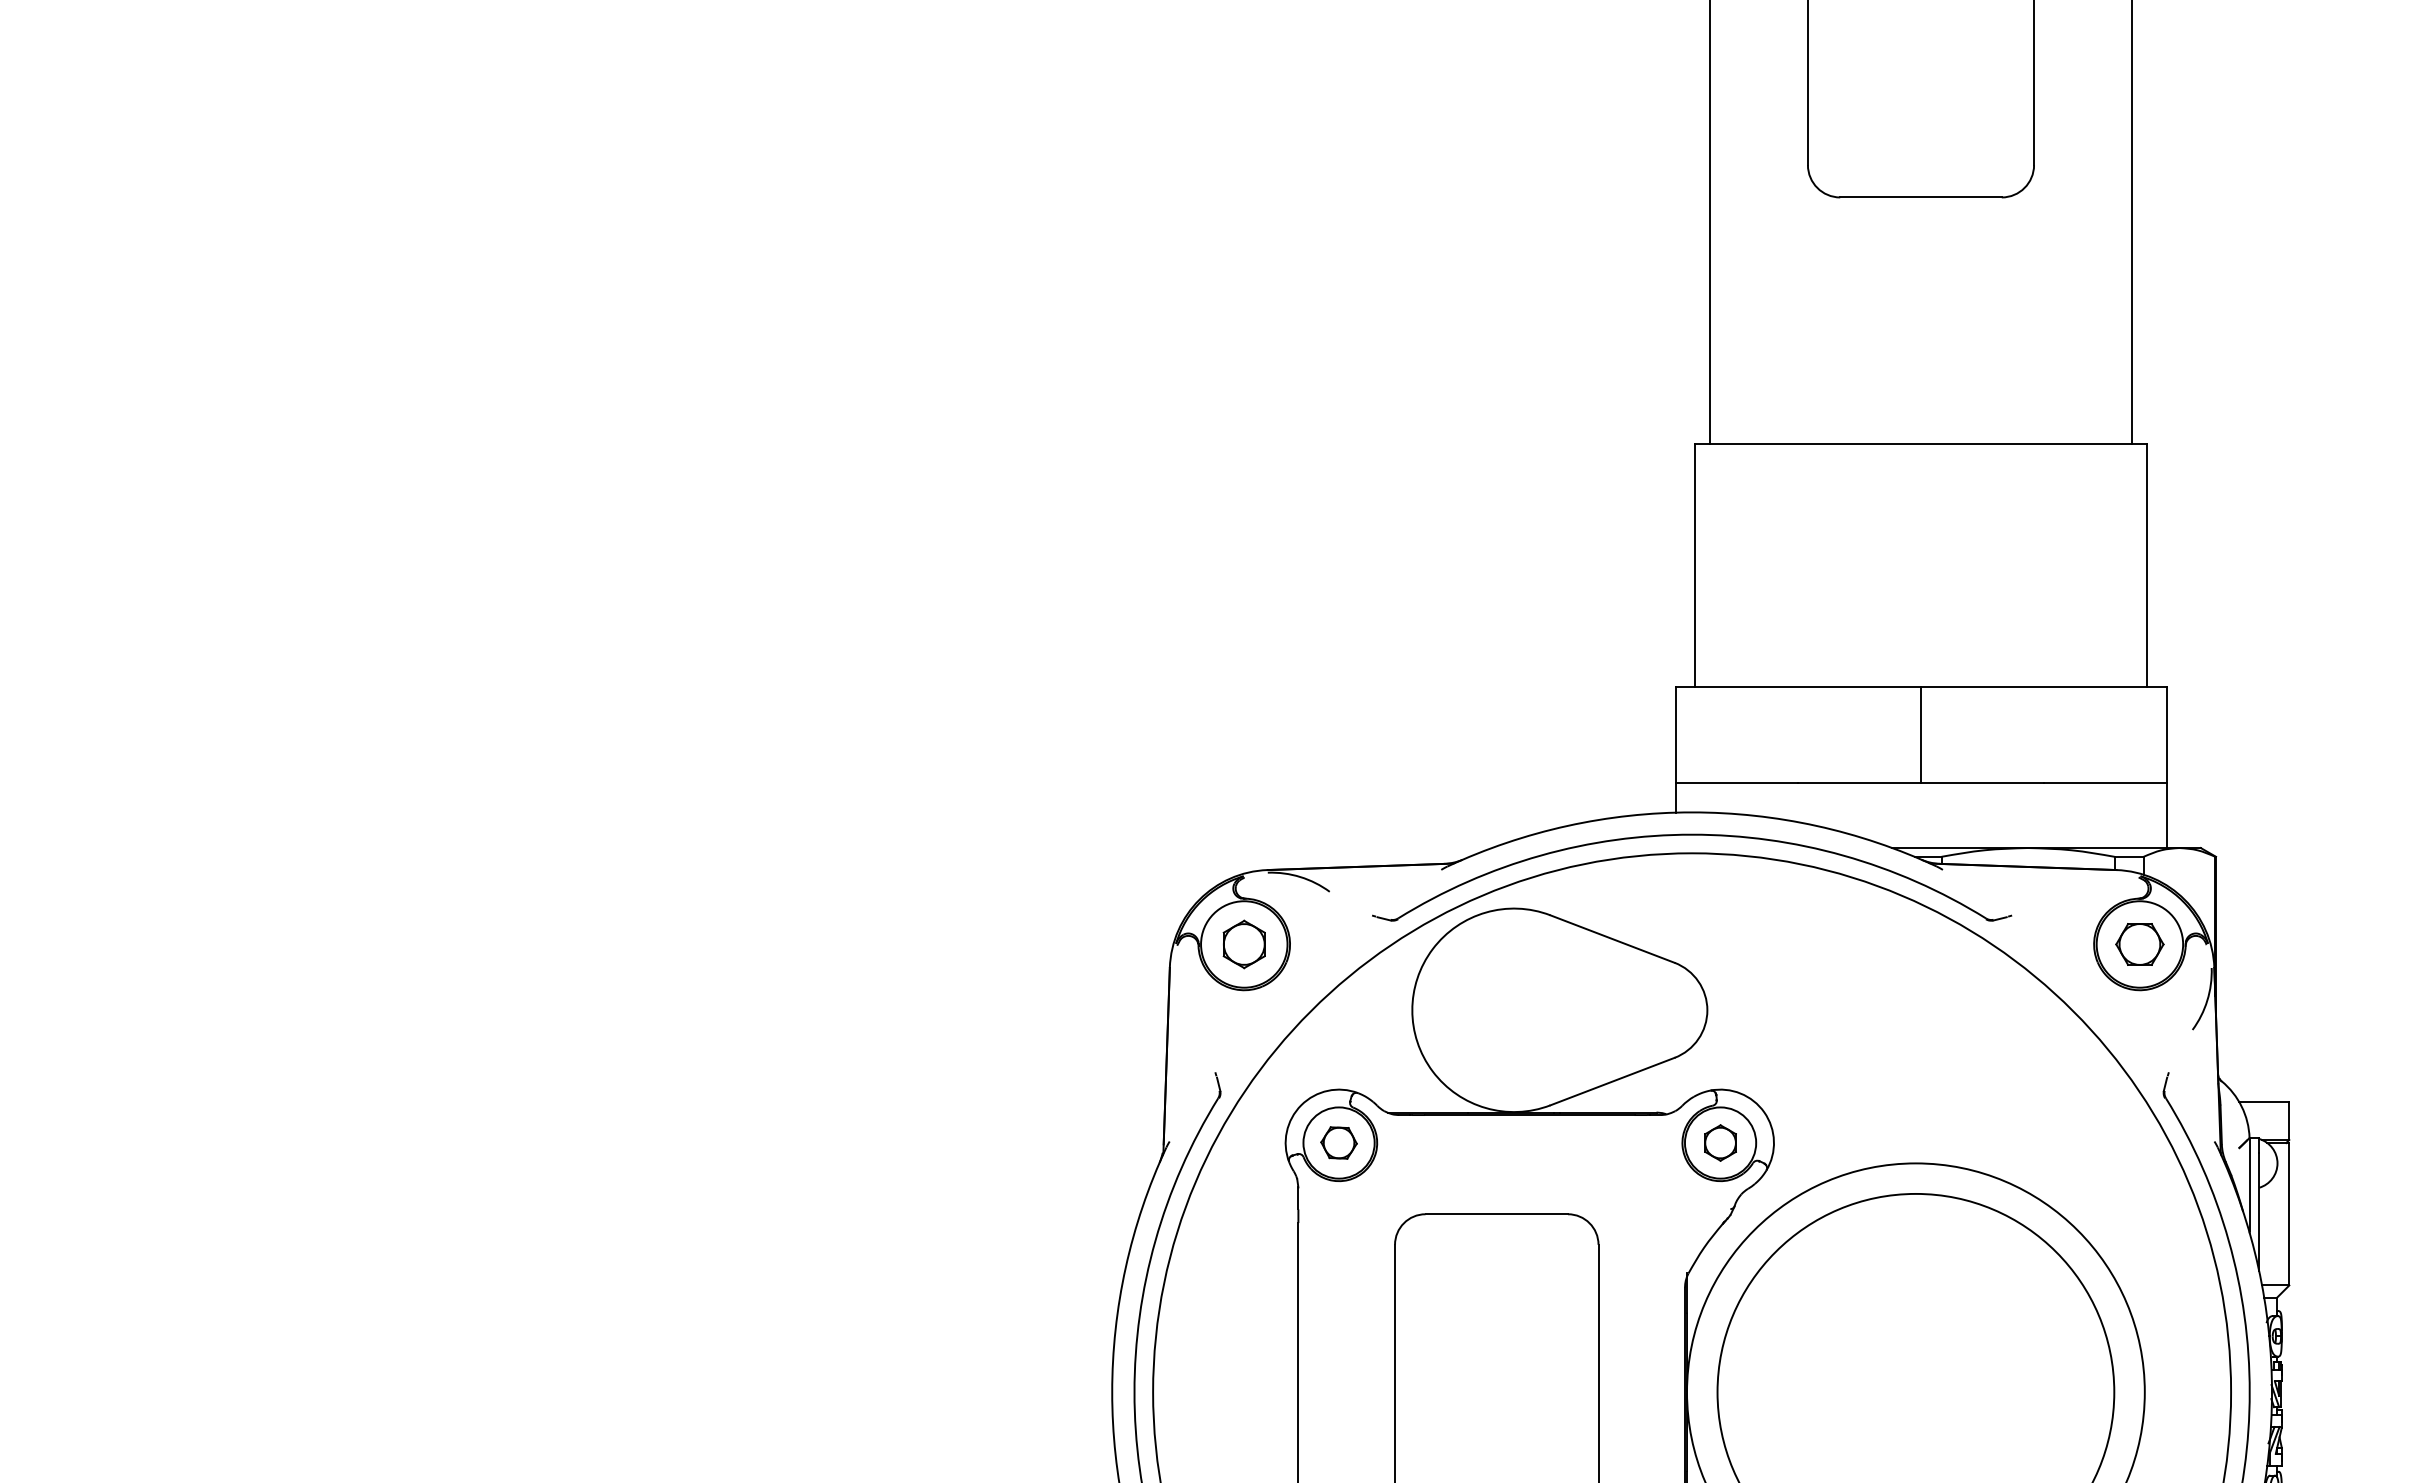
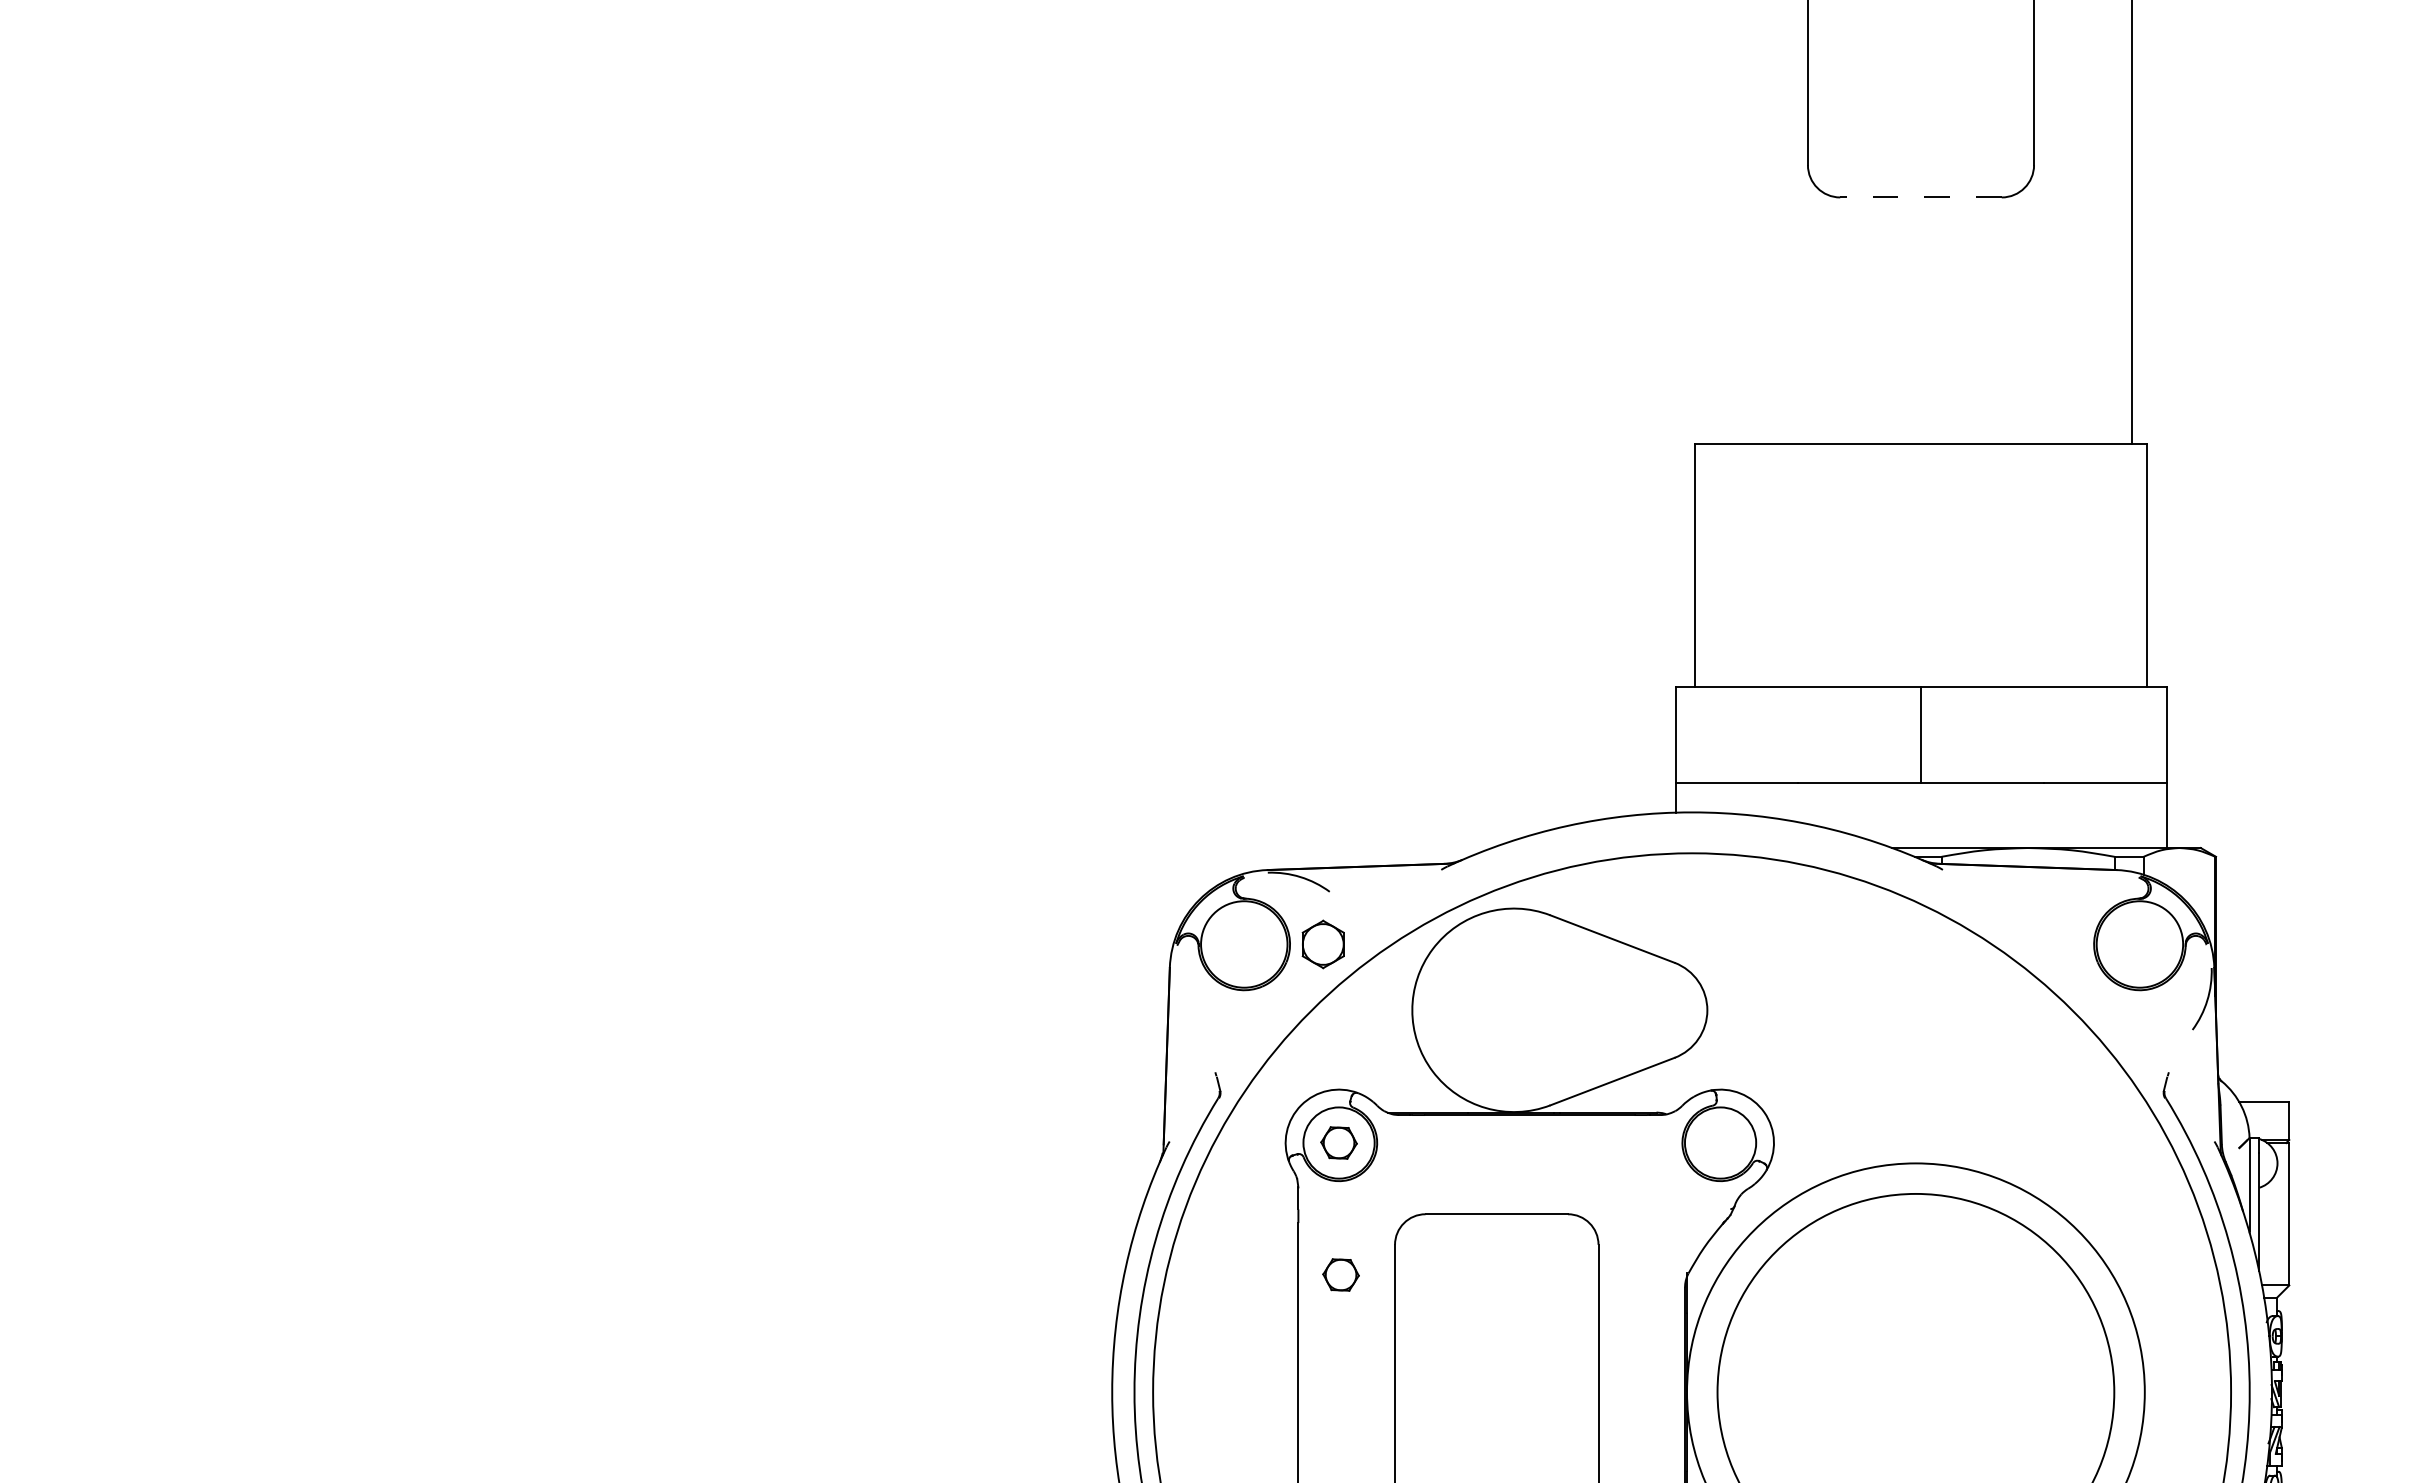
line at (1921, 197): solid -> dashed
line at (1710, 223): present -> none
part at (1692, 835): present -> none
part at (1243, 944) position: (1243, 944) -> (1322, 944)
part at (2139, 944): present -> none
part at (1720, 1142): present -> none
part at (1340, 1274): none -> present
